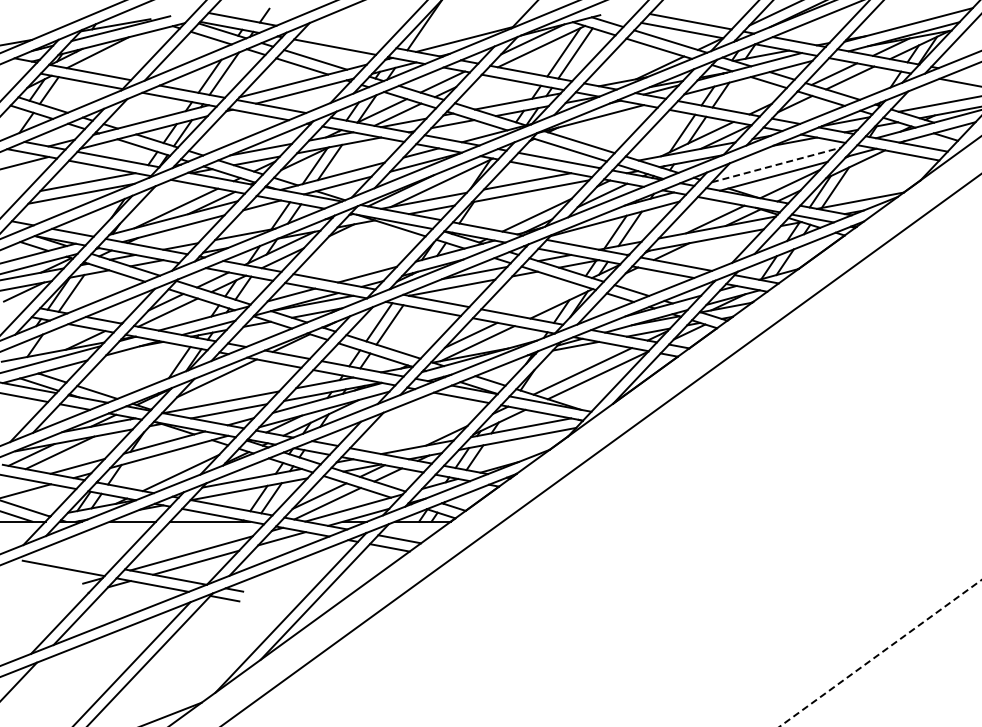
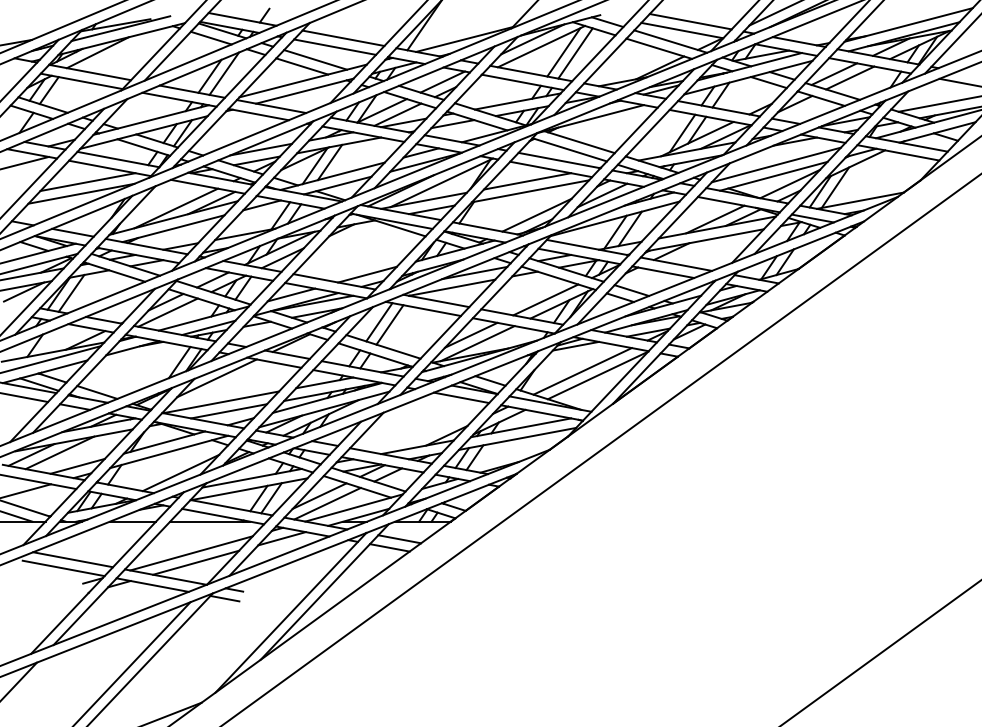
line at (343, 38): none -> present
line at (776, 164): dashed -> solid
line at (545, 299): none -> present
line at (73, 559): none -> present
line at (880, 653): dashed -> solid
